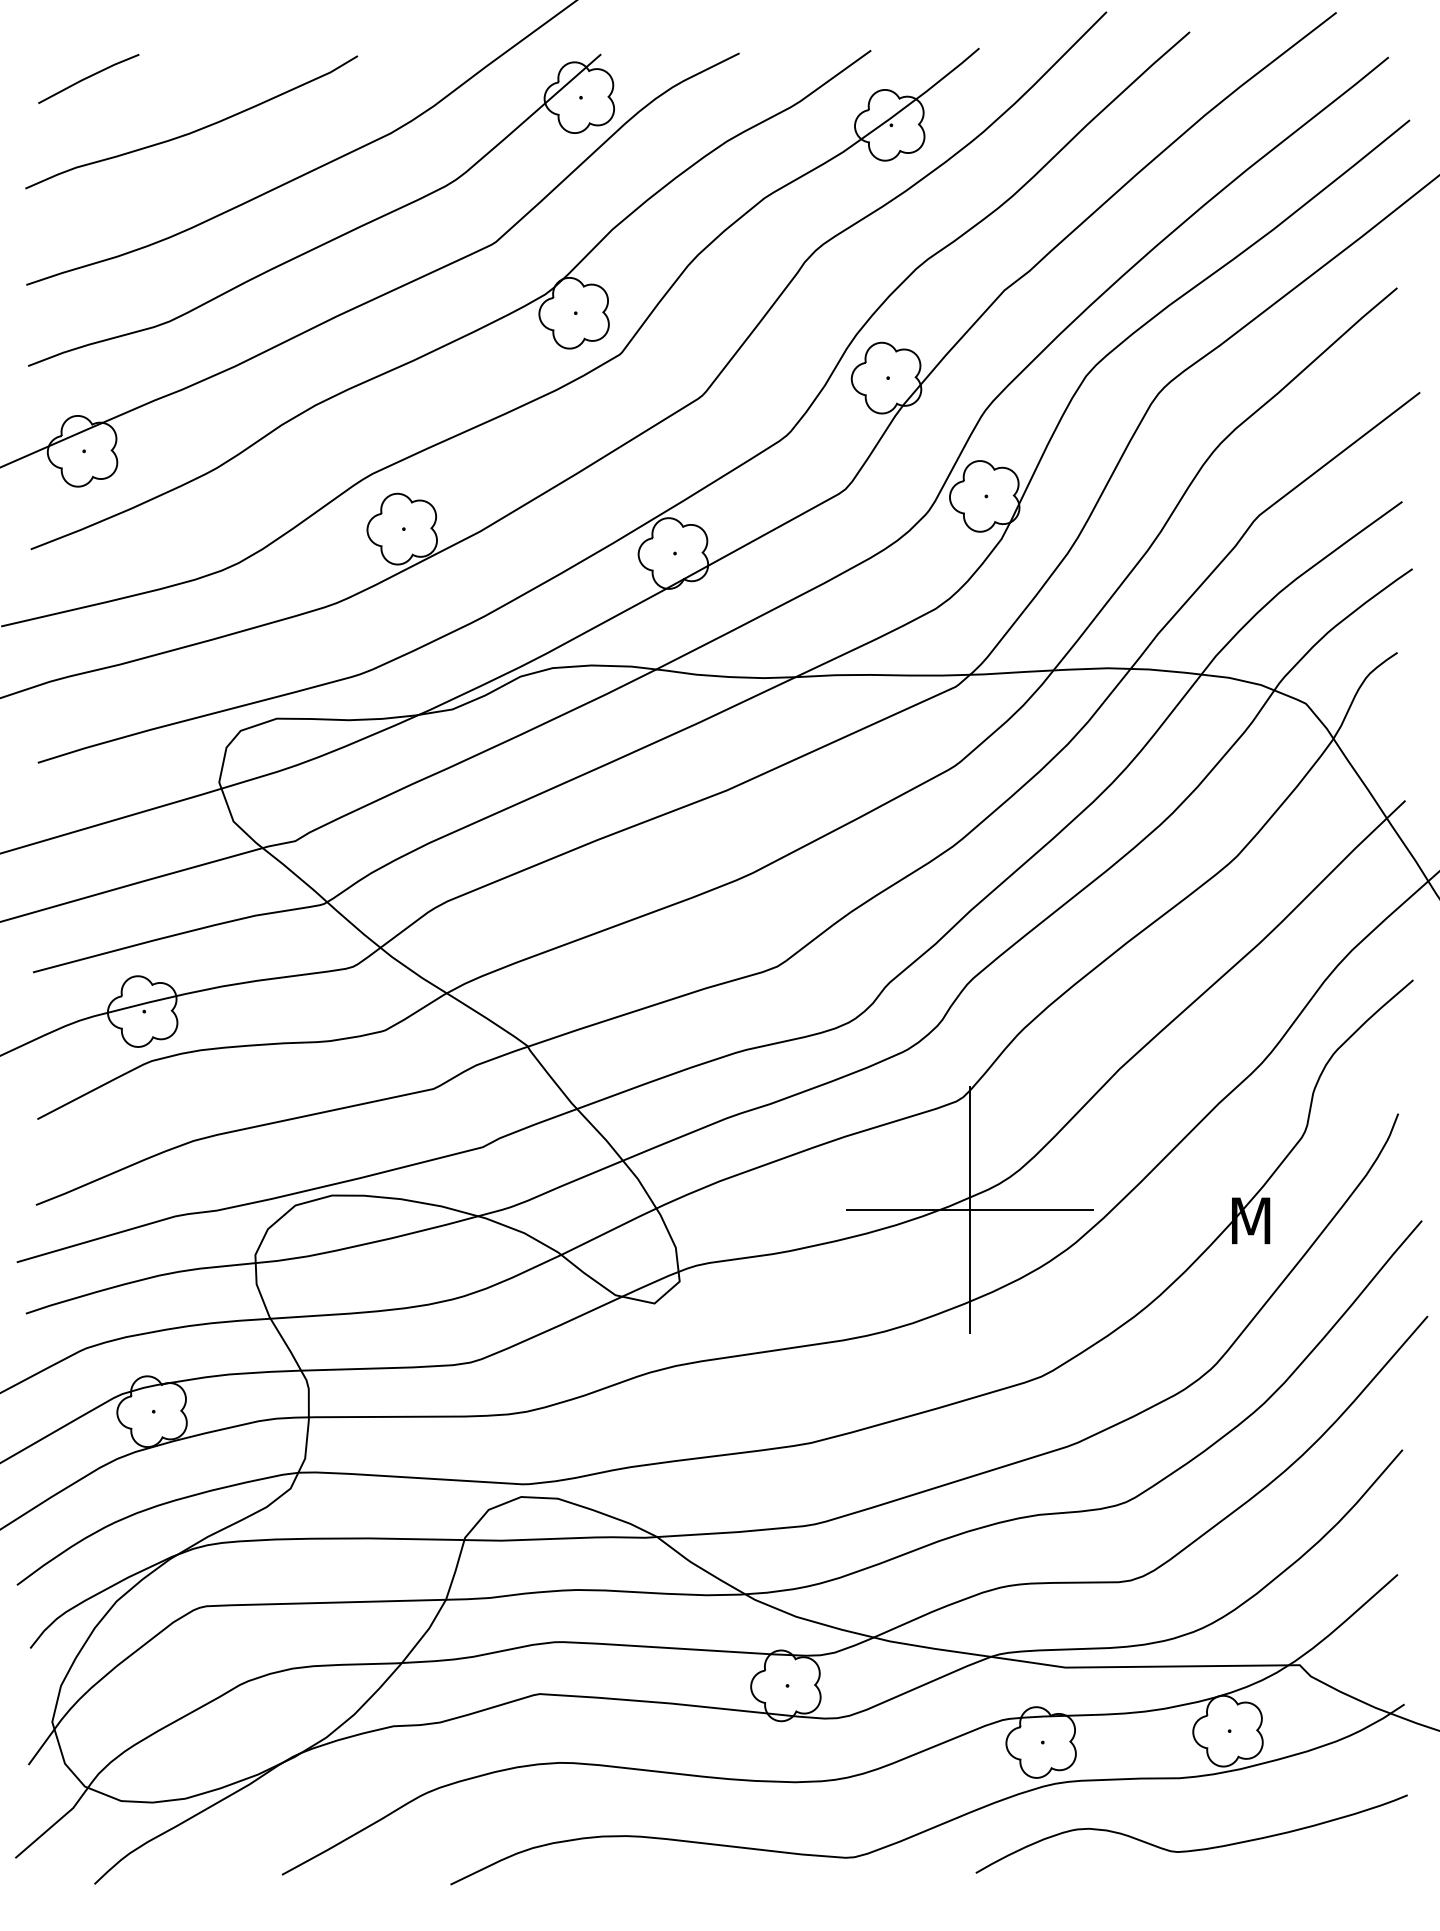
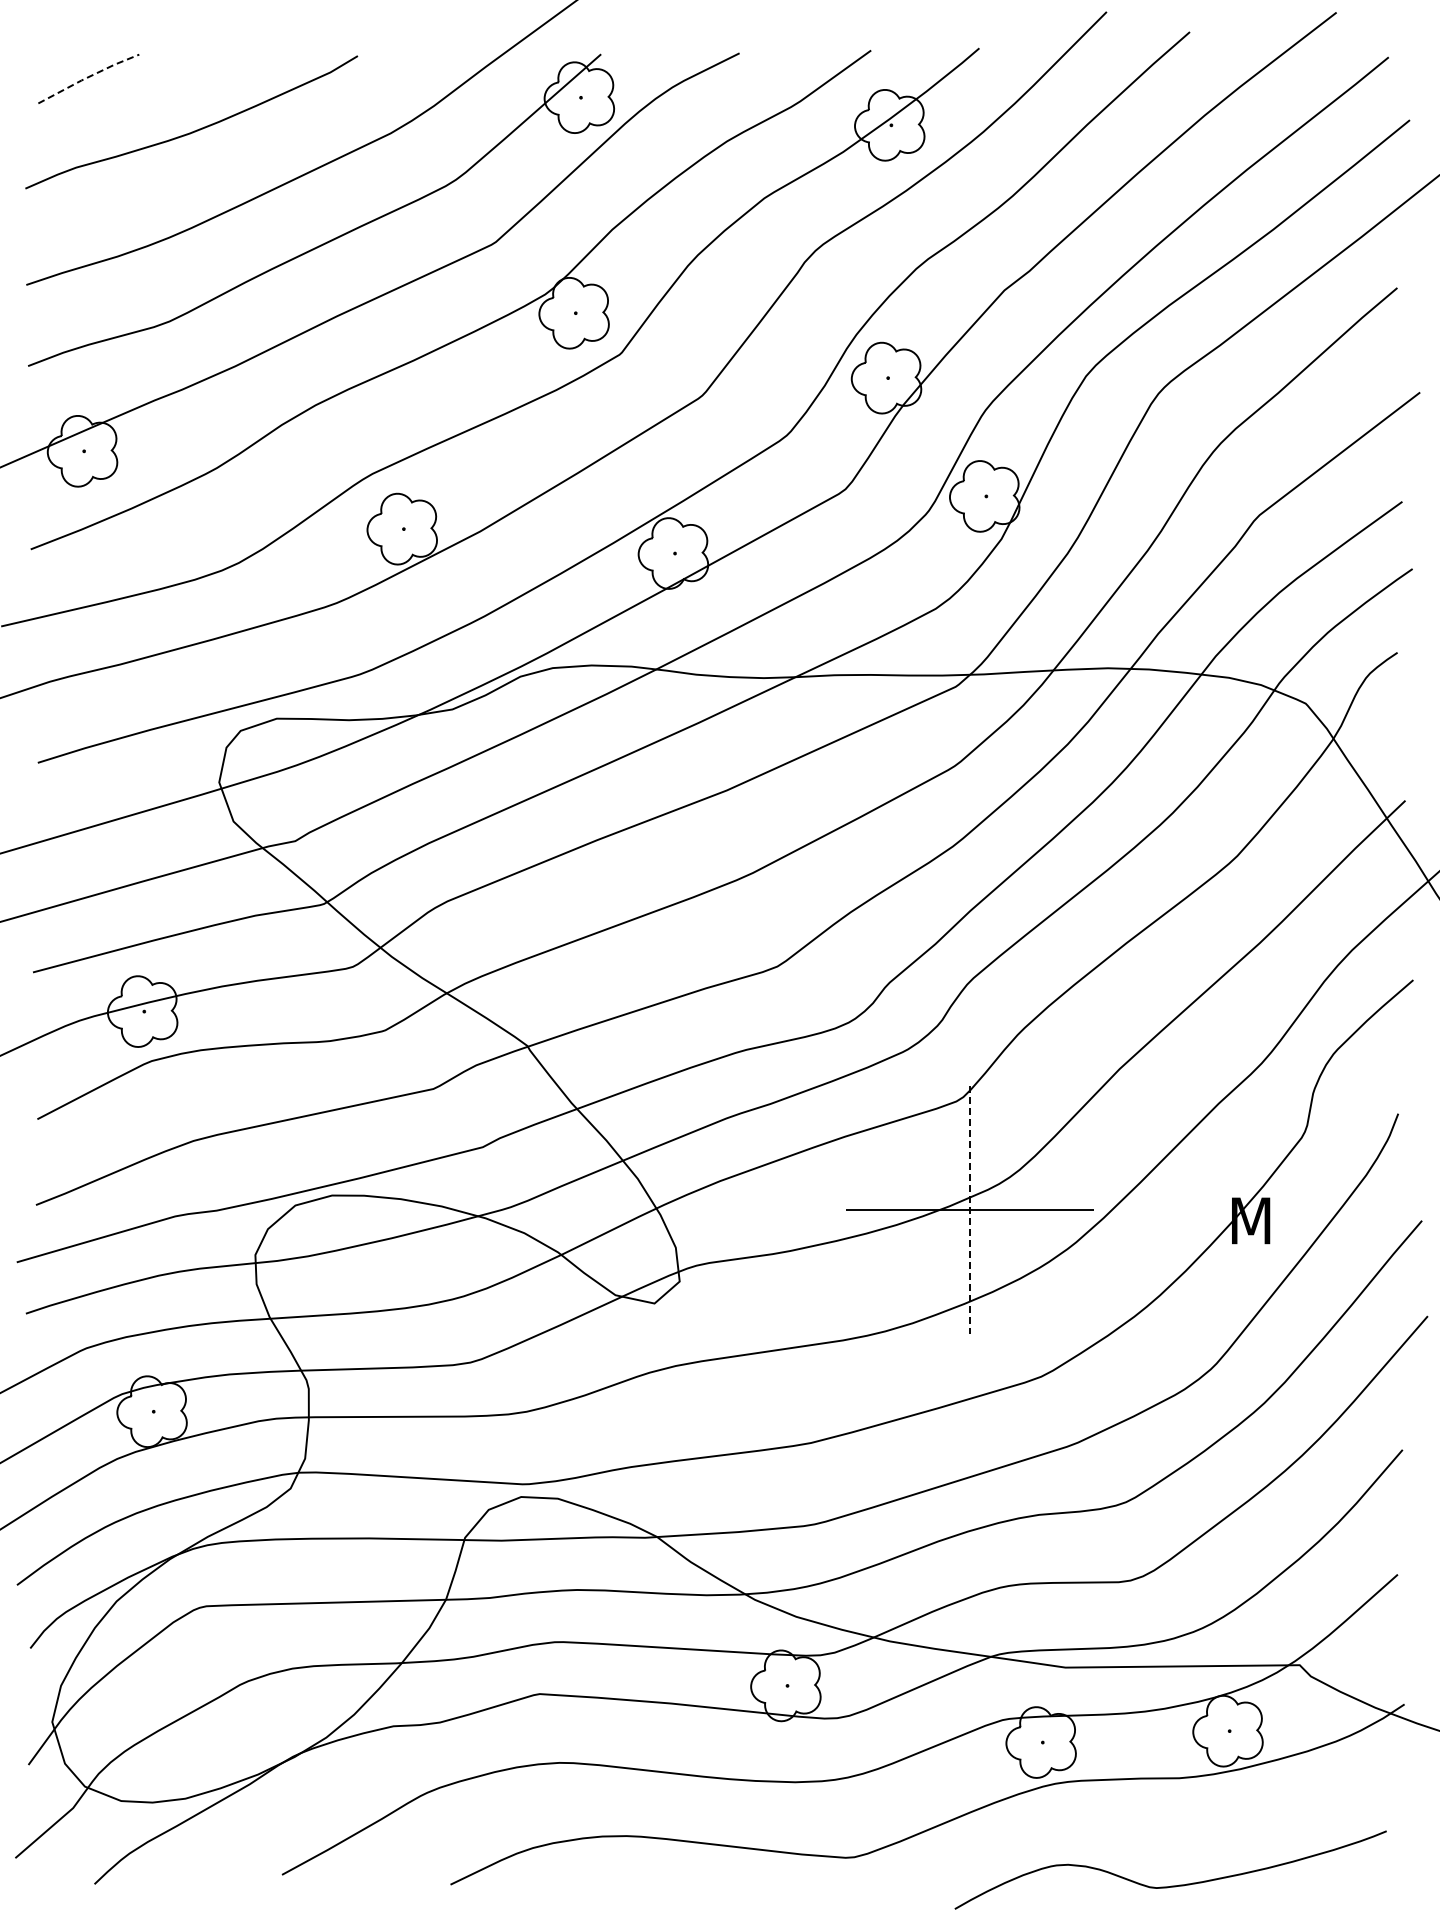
line at (88, 77): solid -> dashed
line at (969, 1210): solid -> dashed
curve at (1192, 1849) position: (1192, 1849) -> (1171, 1885)
